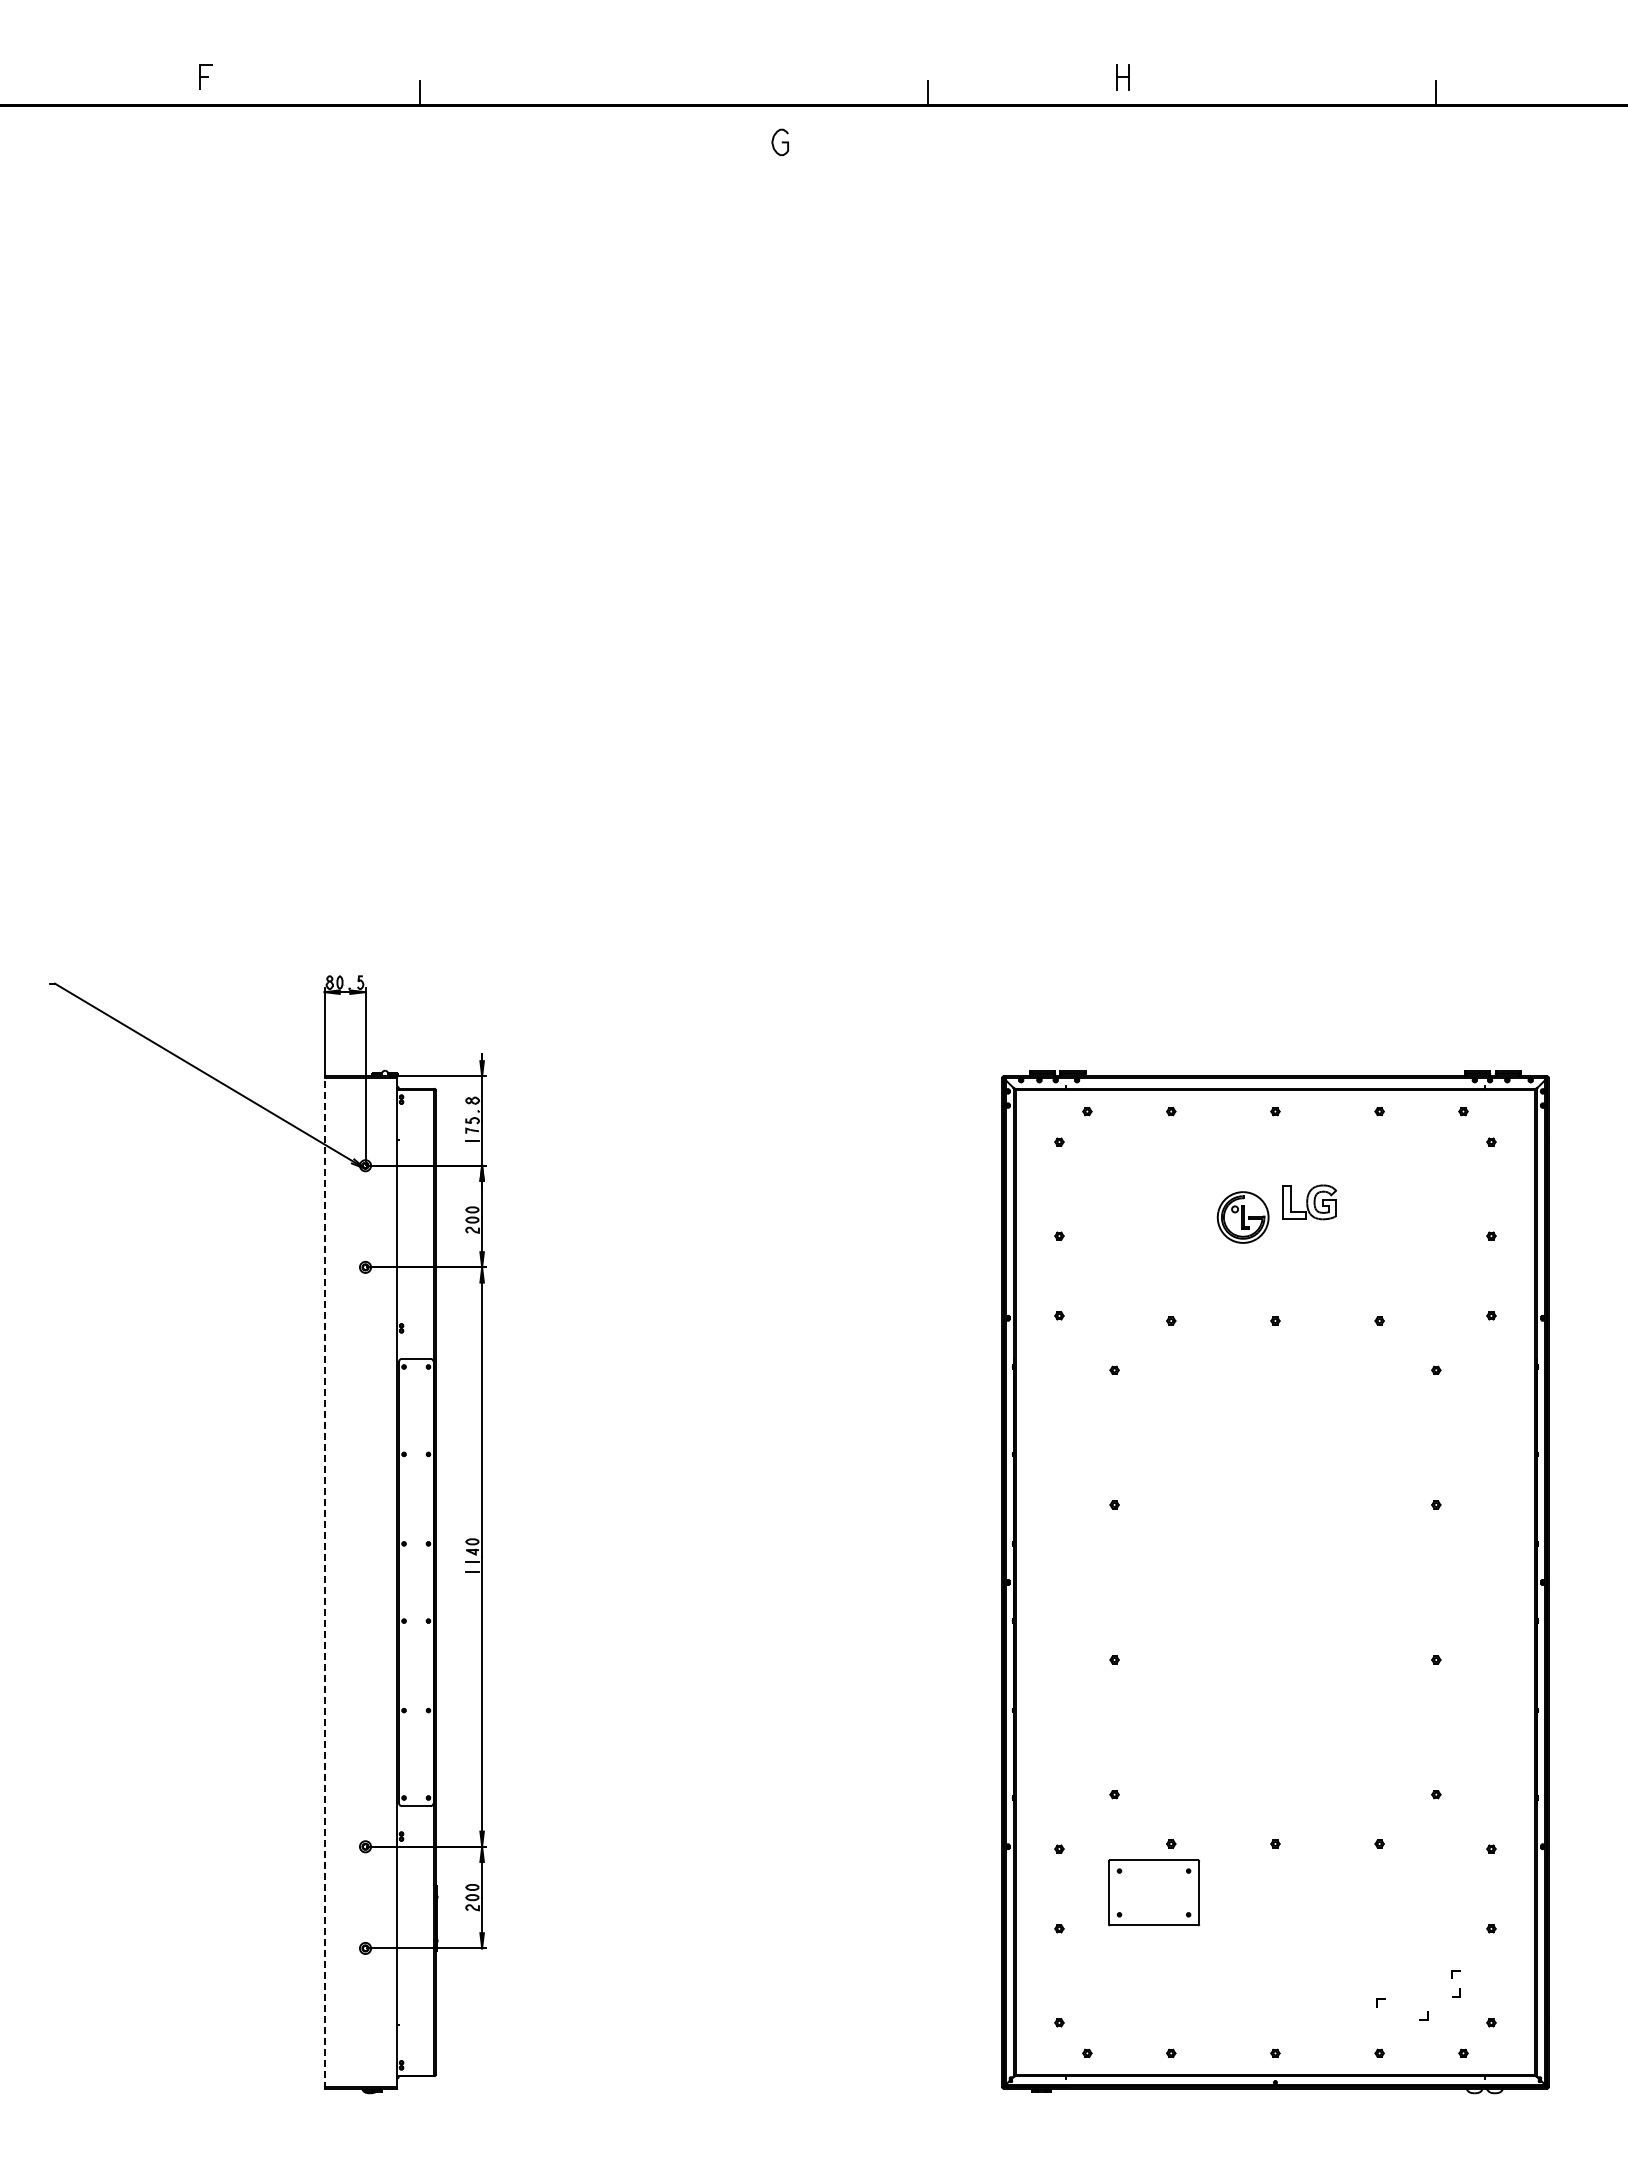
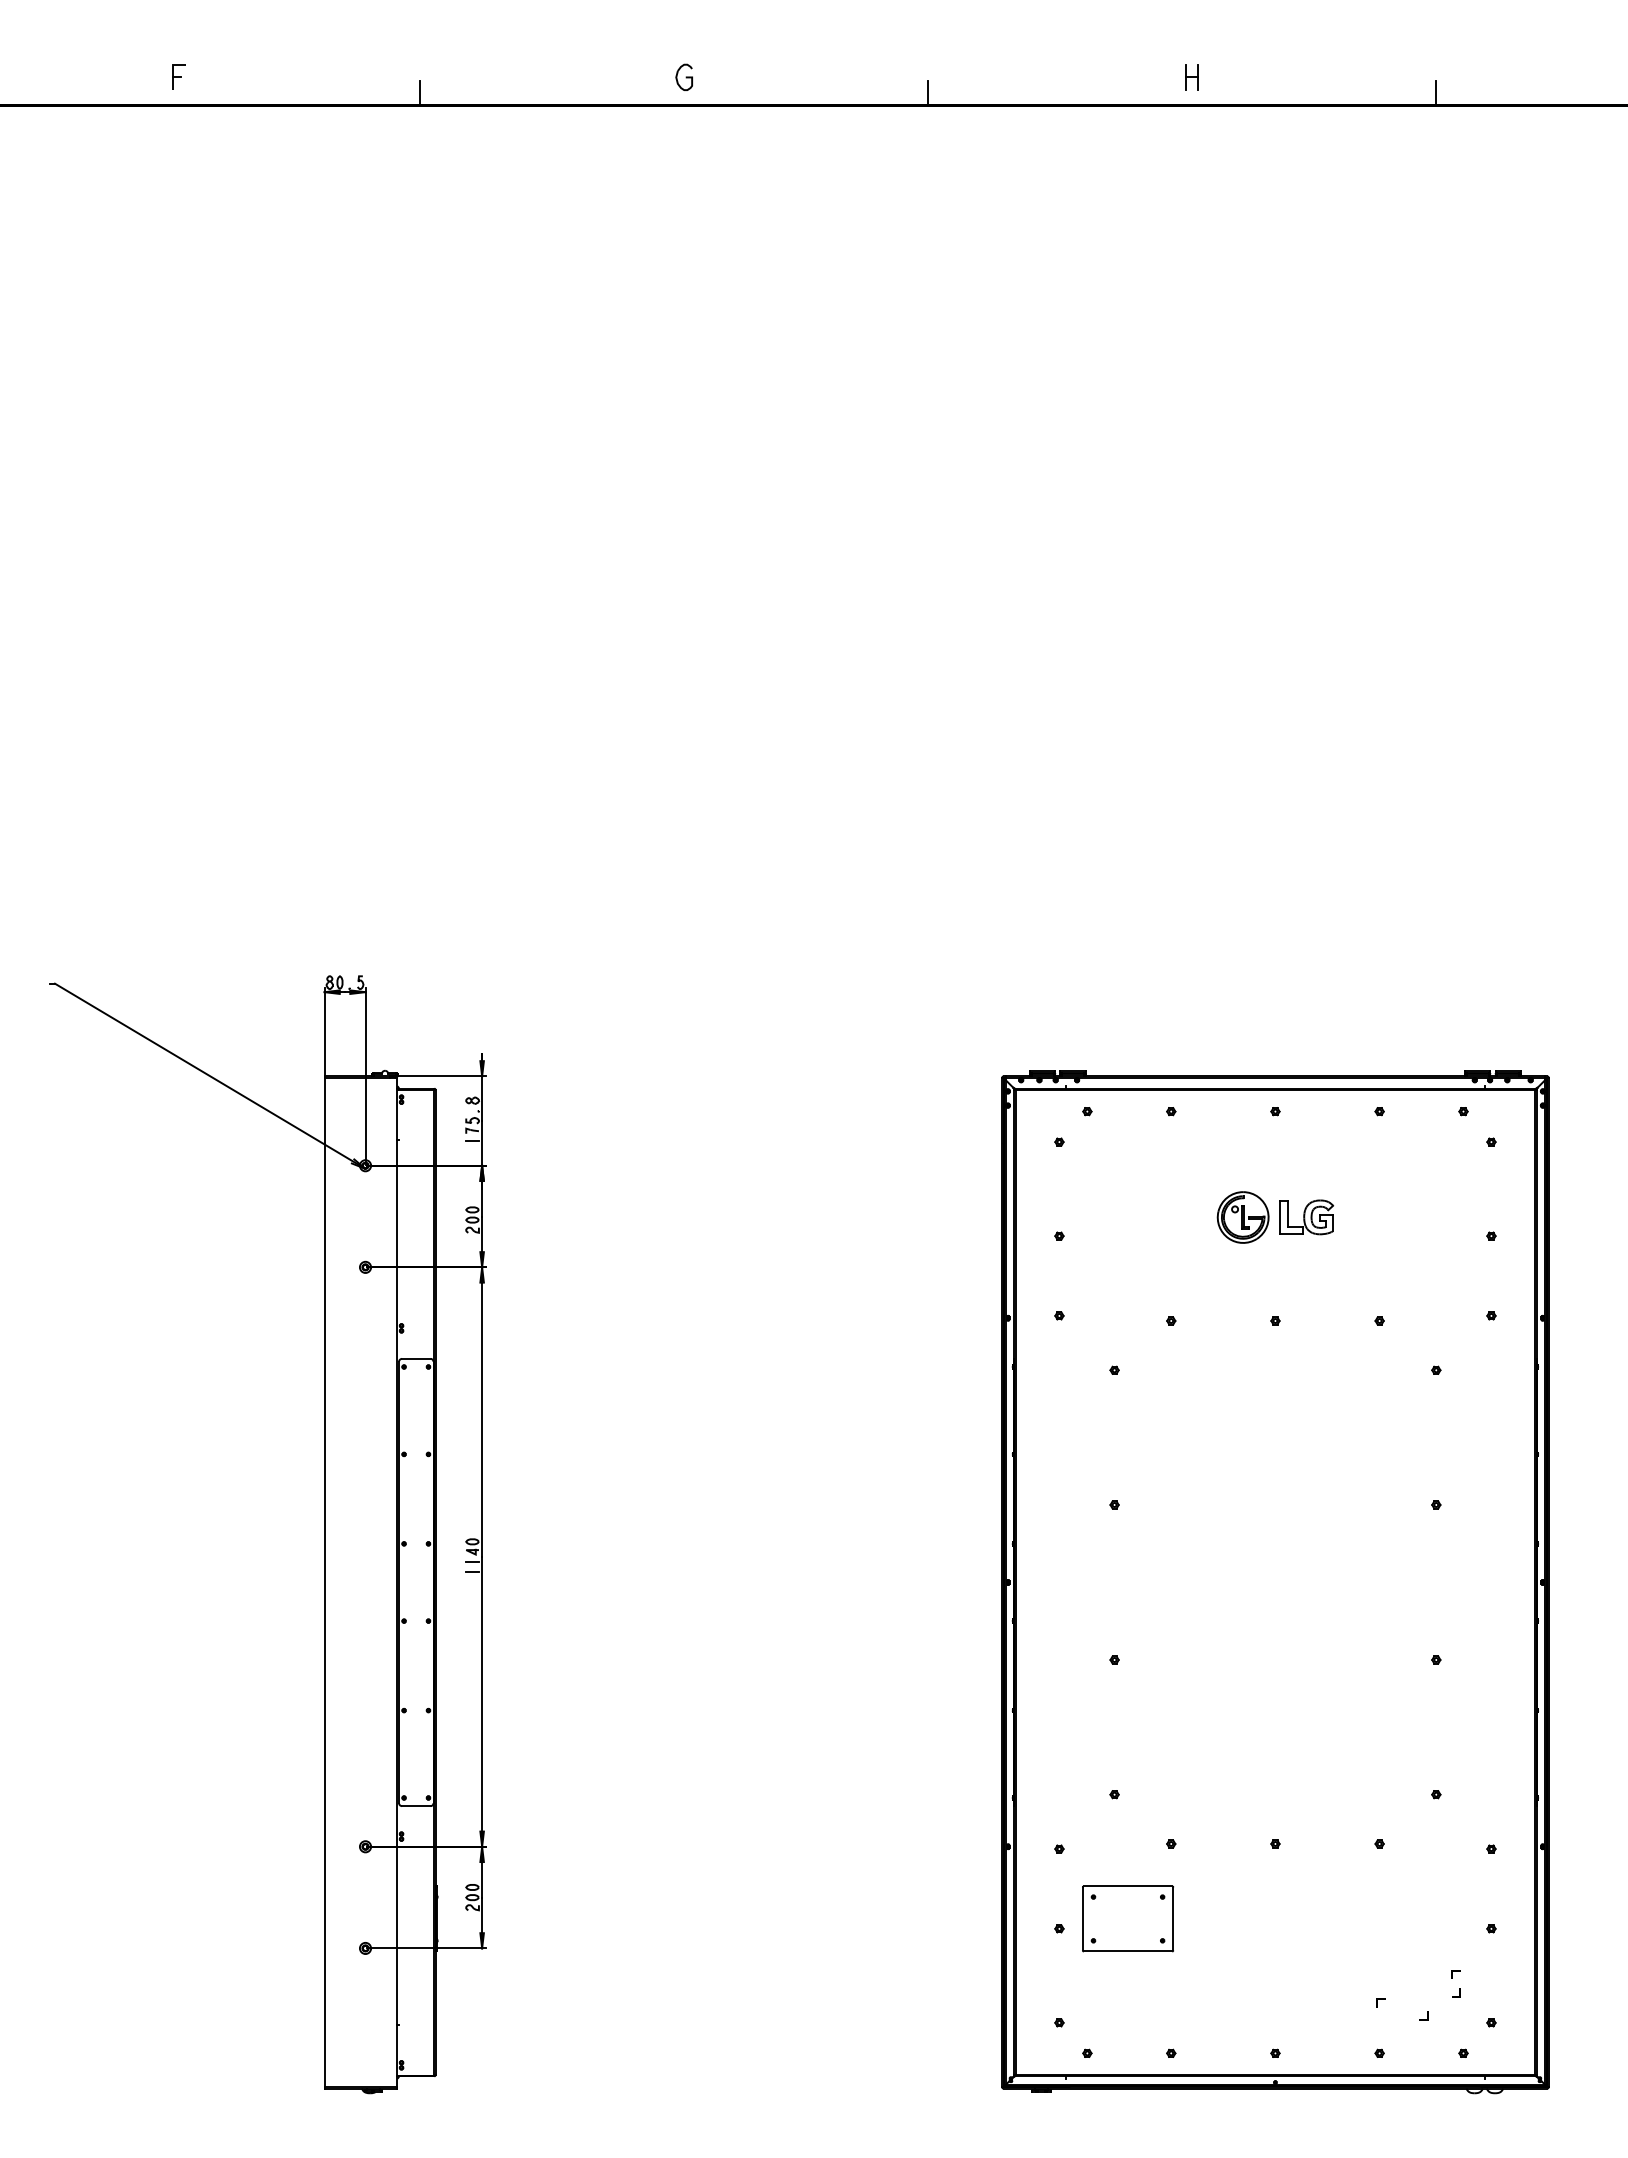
part at (205, 76) position: (205, 76) -> (178, 76)
part at (1122, 77) position: (1122, 77) -> (1191, 77)
part at (779, 141) position: (779, 141) -> (683, 76)
part at (1309, 1202) position: (1309, 1202) -> (1306, 1217)
line at (324, 1582): dashed -> solid
part at (1153, 1892) position: (1153, 1892) -> (1127, 1918)
